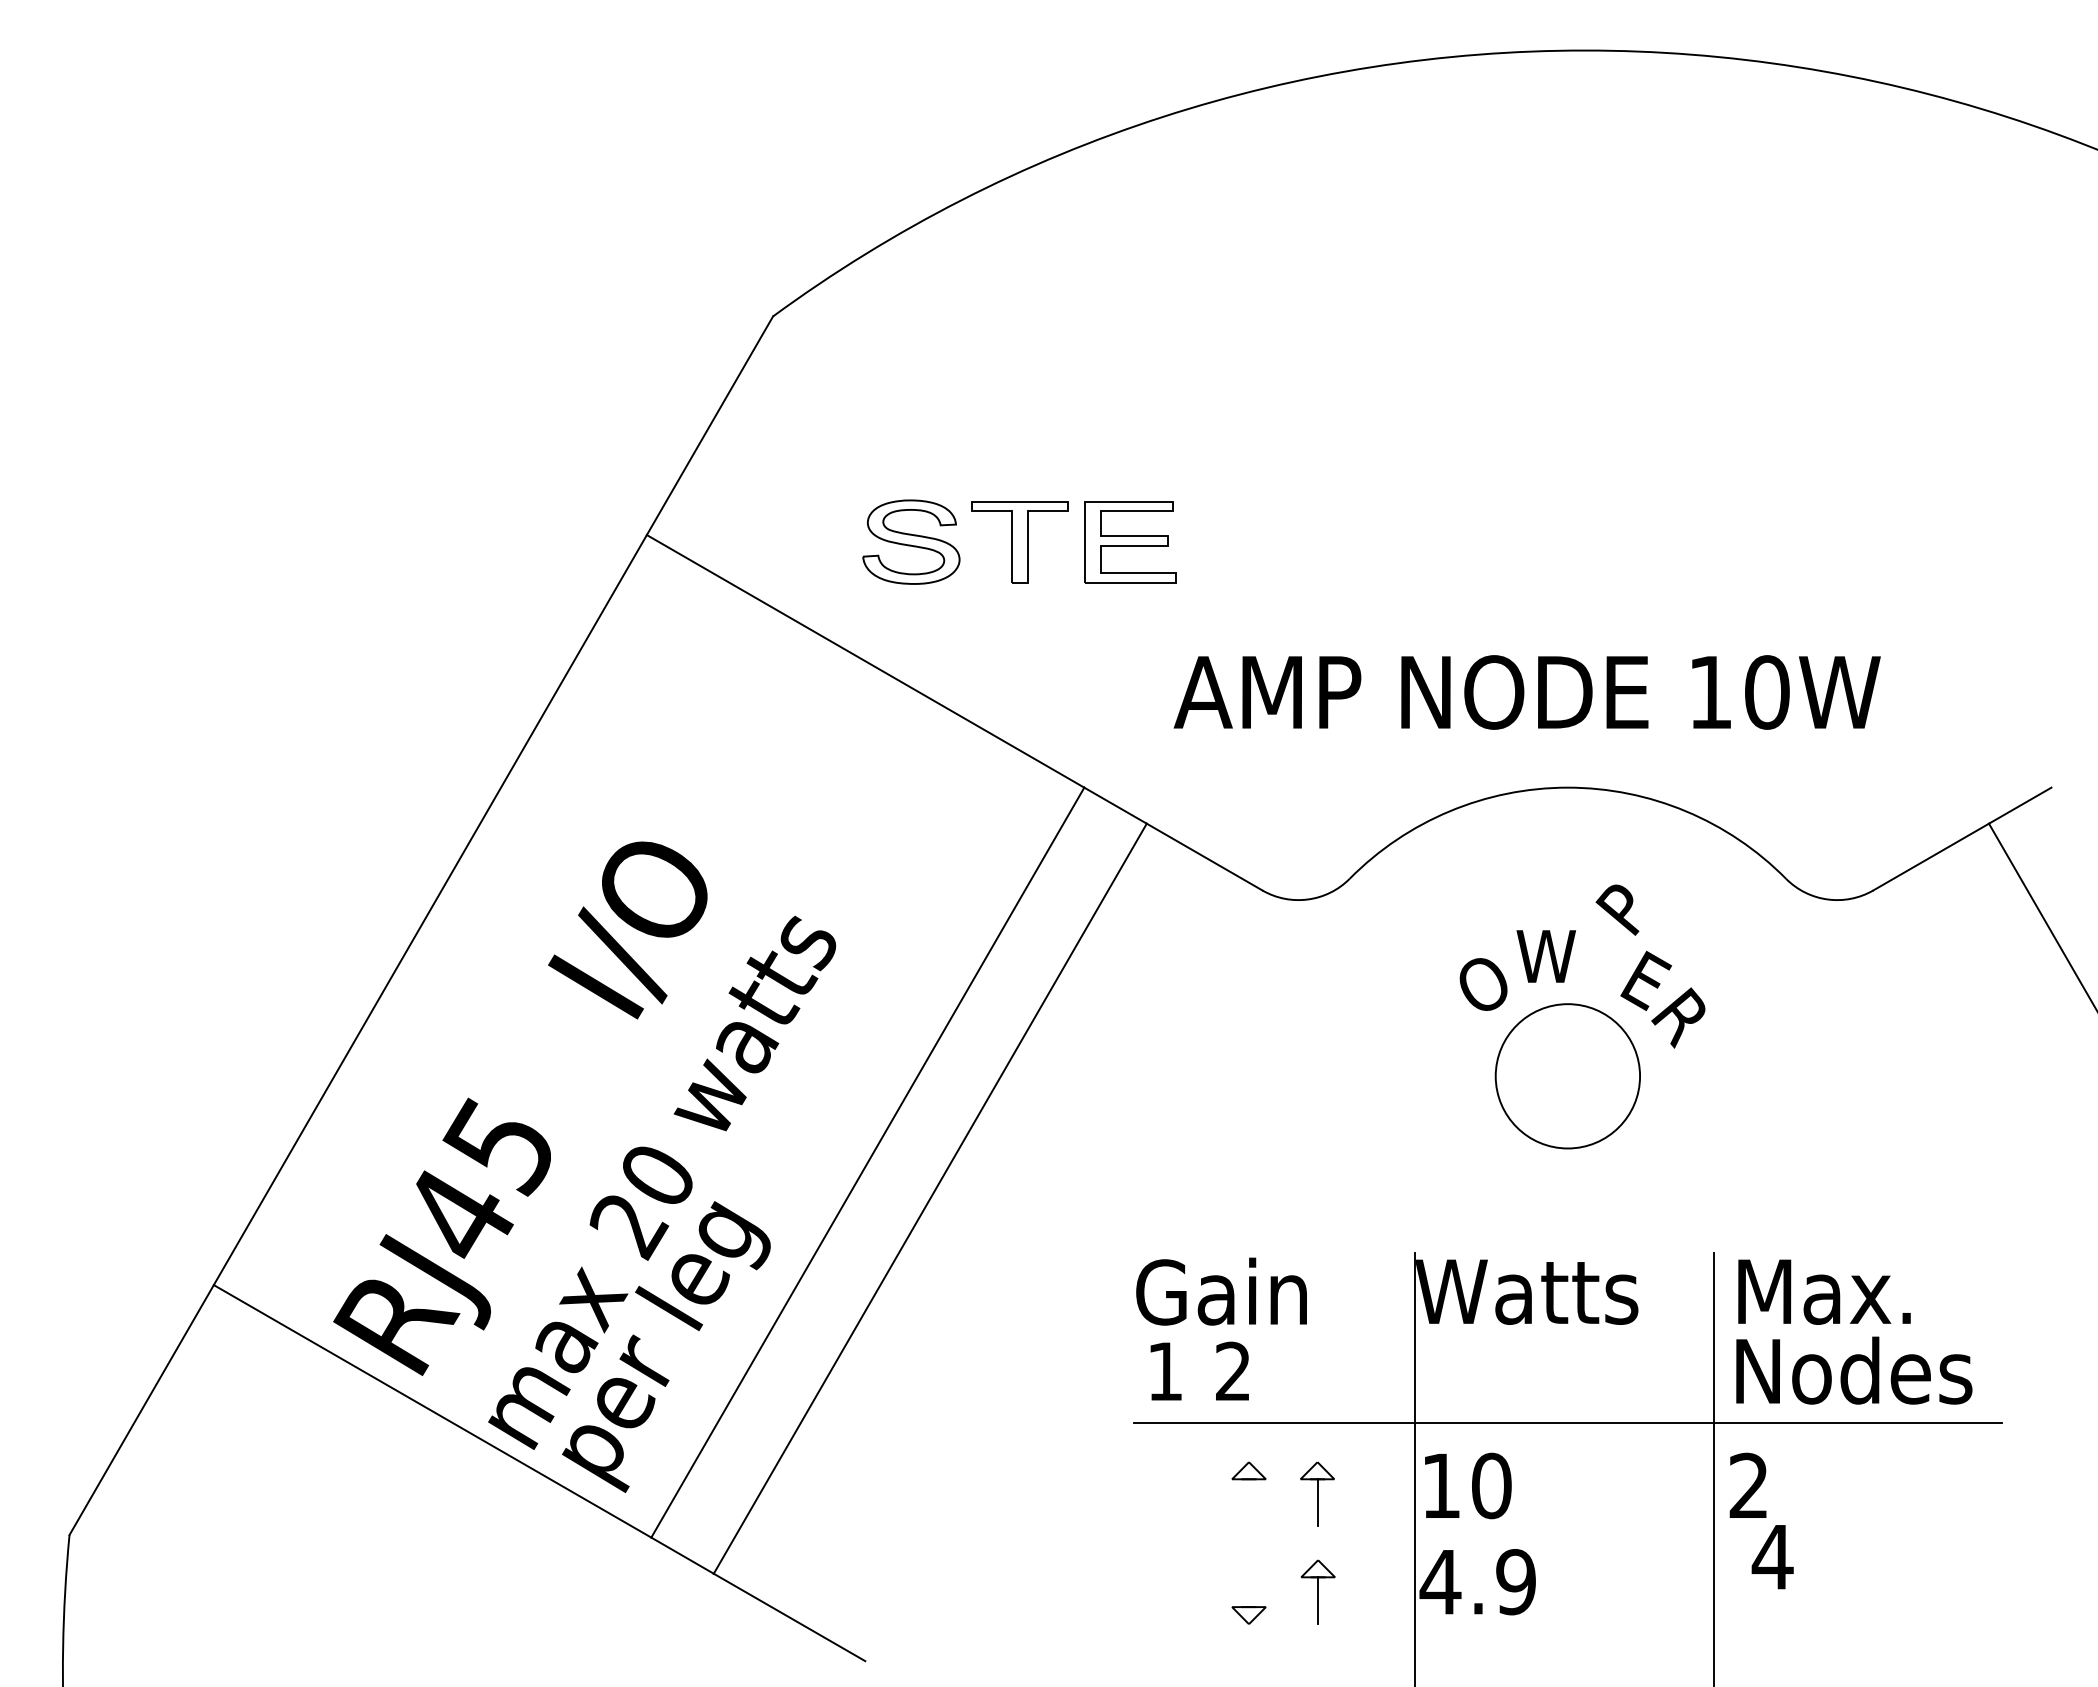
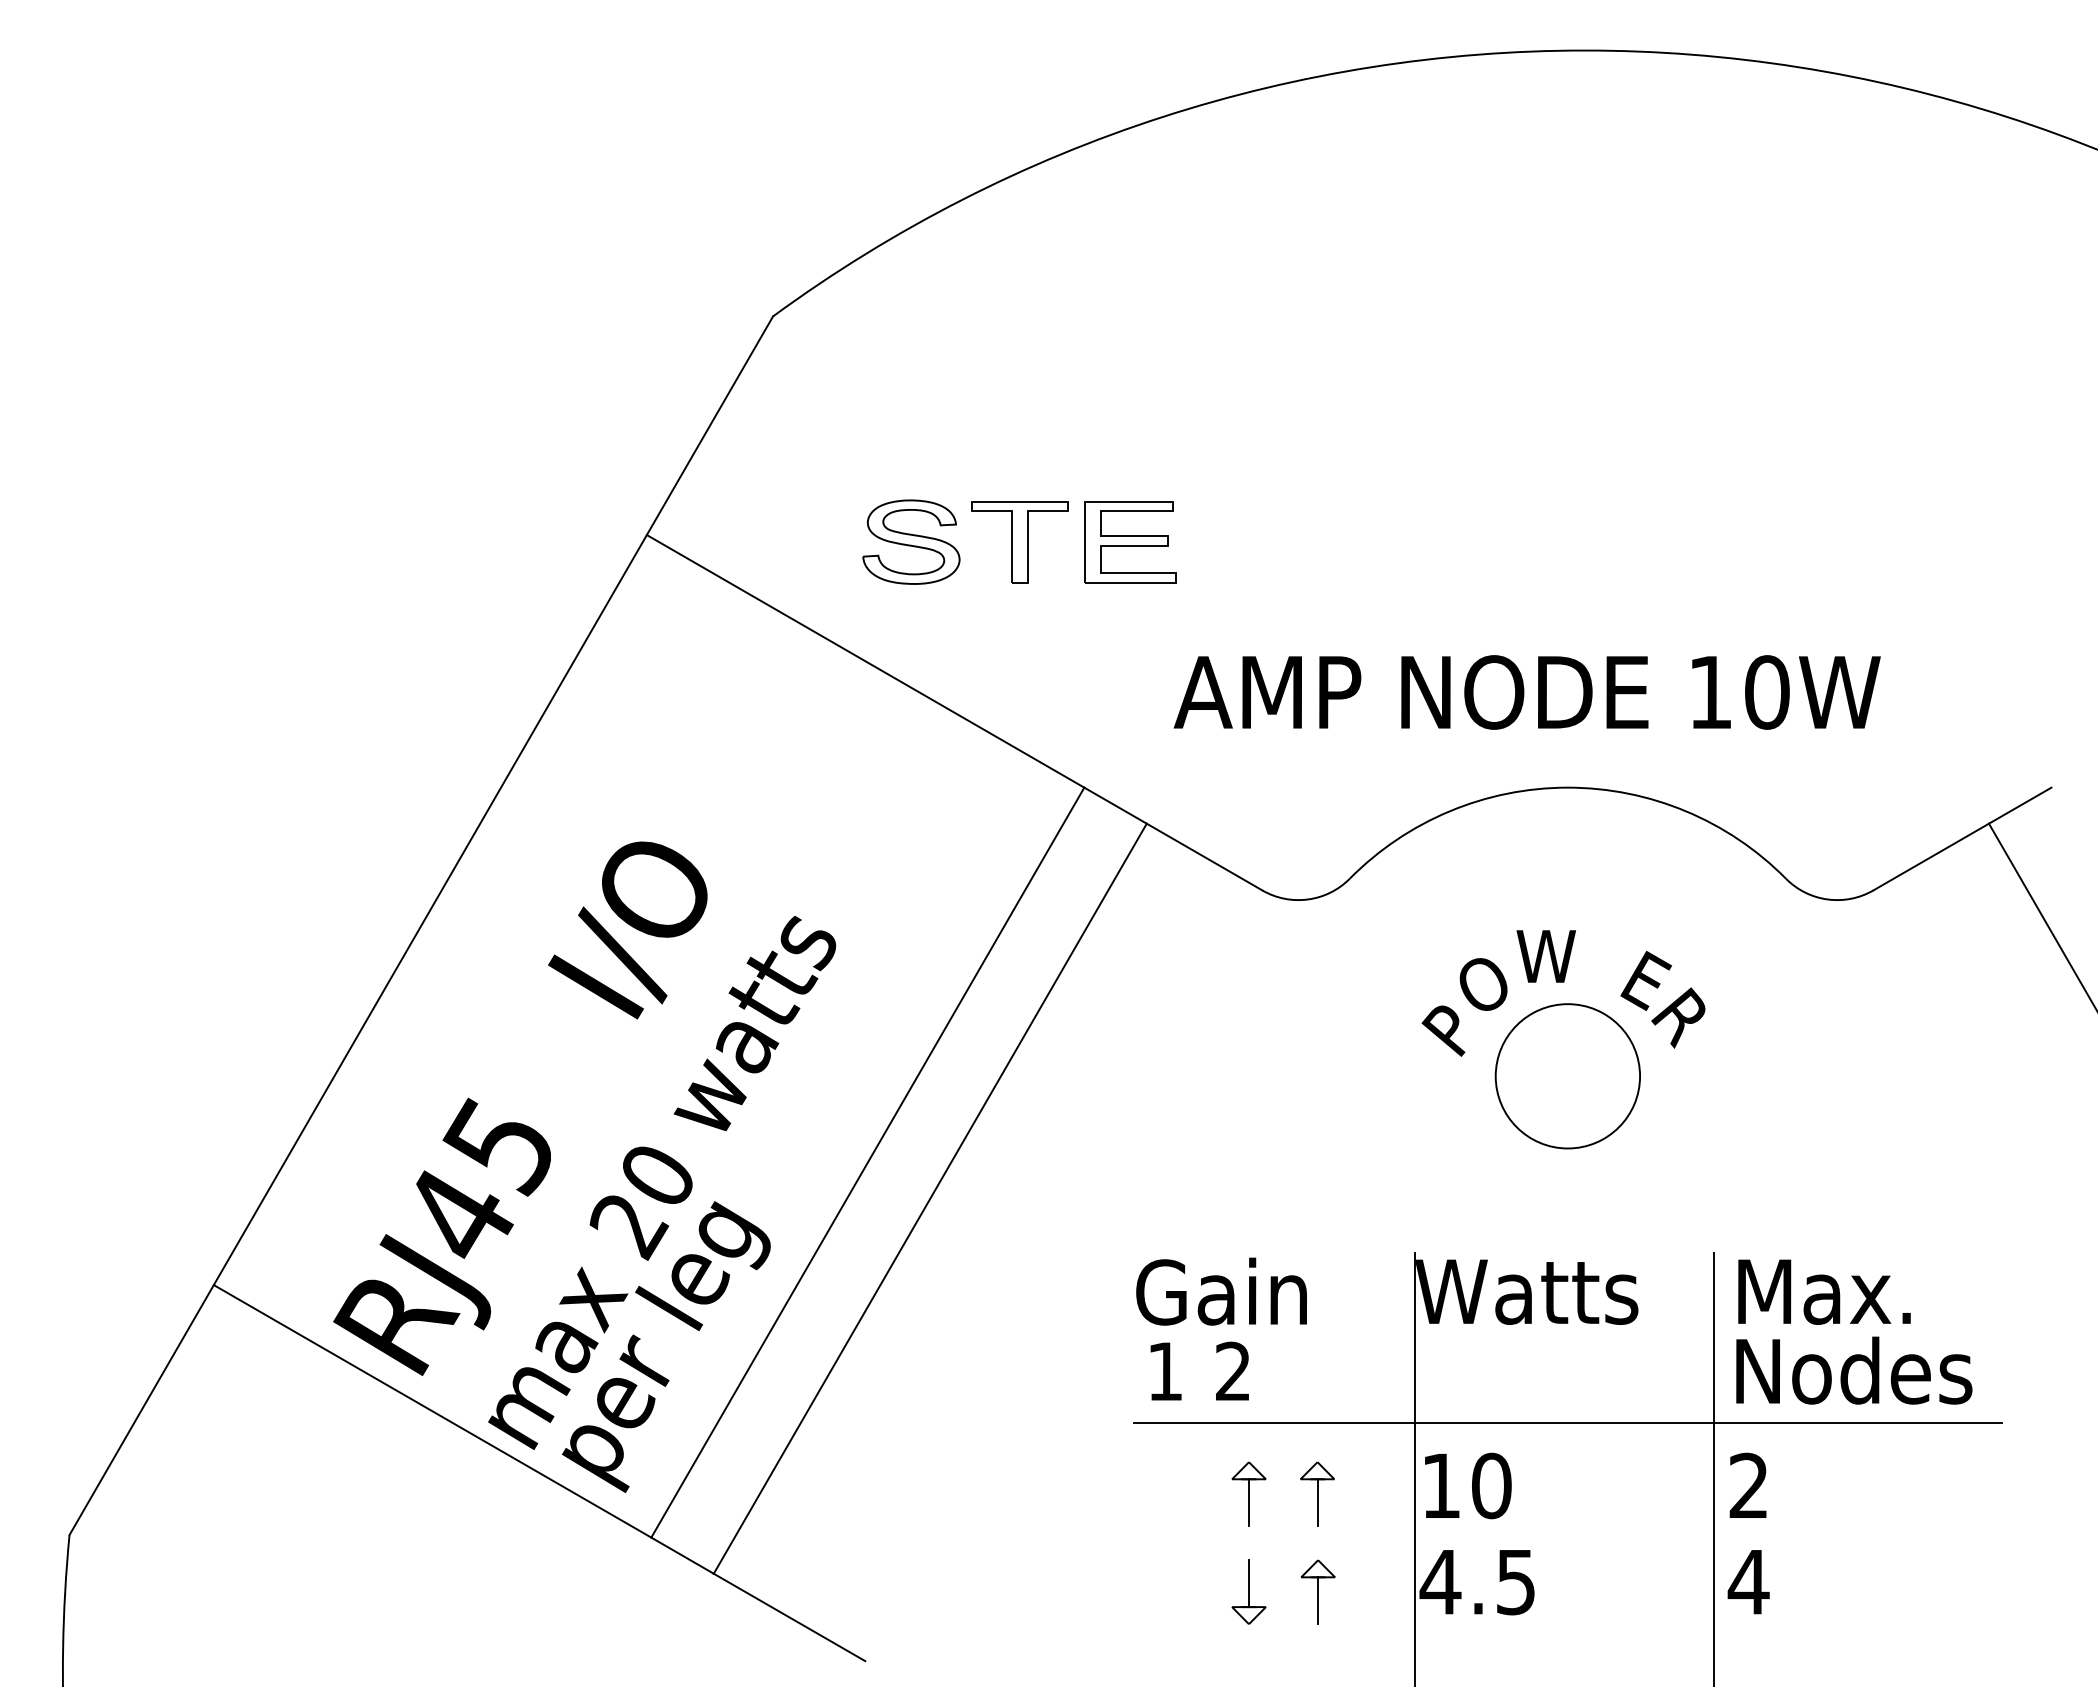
text at (1617, 909) position: (1617, 909) -> (1443, 1030)
line at (1248, 1502): none -> present
text at (1772, 1557) position: (1772, 1557) -> (1748, 1582)
text at (1515, 1582): 4.9 -> 4.5
line at (1248, 1583): none -> present
